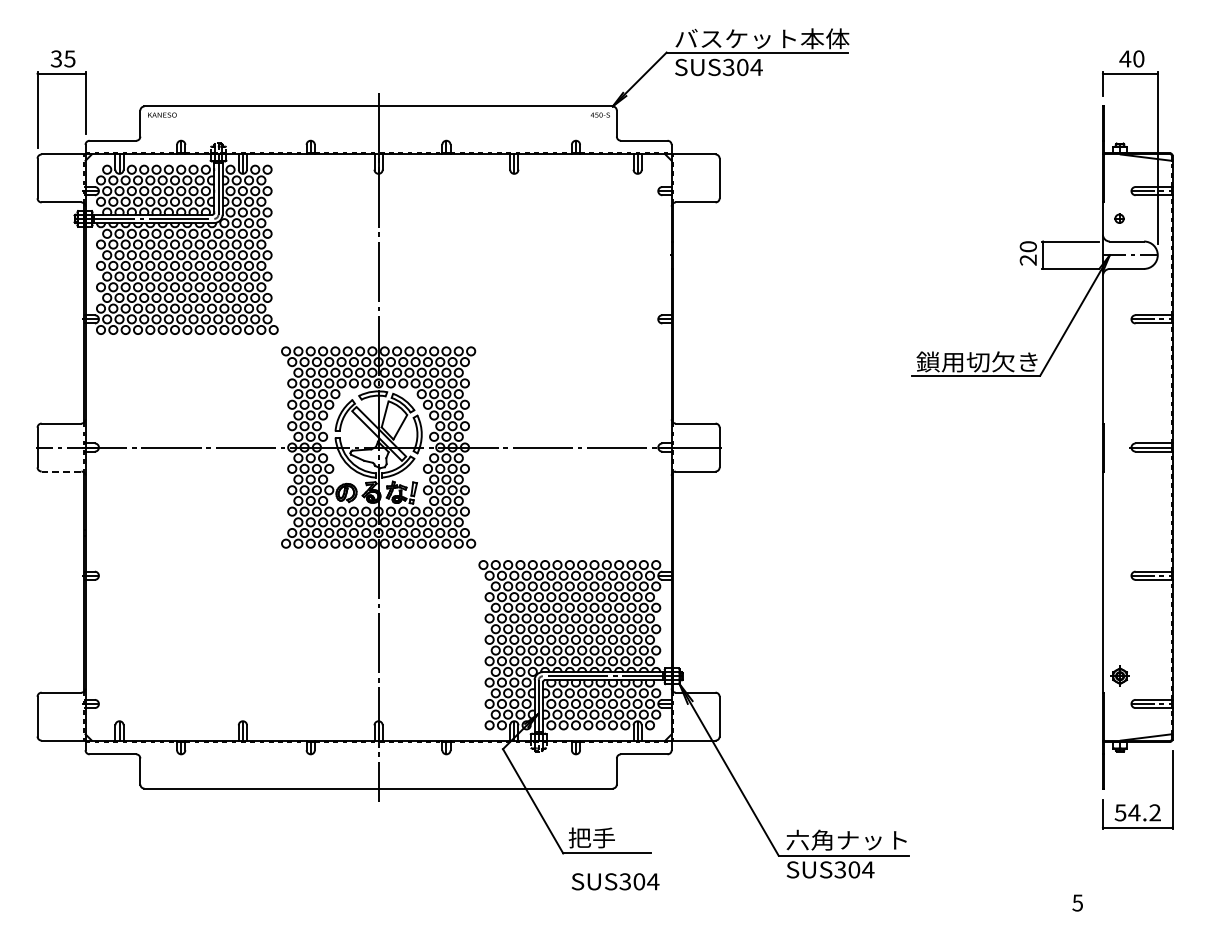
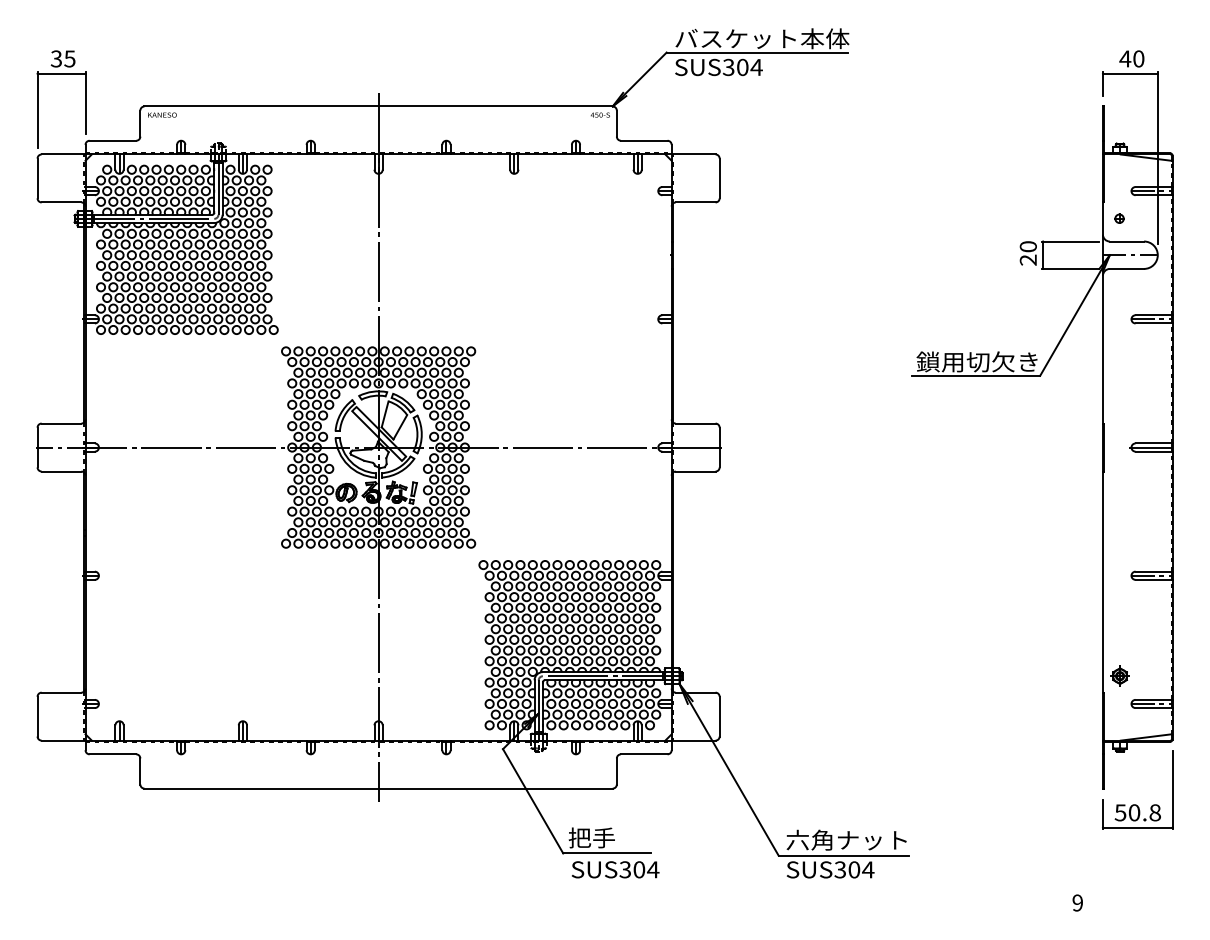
line at (61, 471): dashed -> solid
text at (1144, 812): 54.2 -> 50.8
text at (615, 881) position: (615, 881) -> (615, 869)
text at (1077, 902): 5 -> 9
